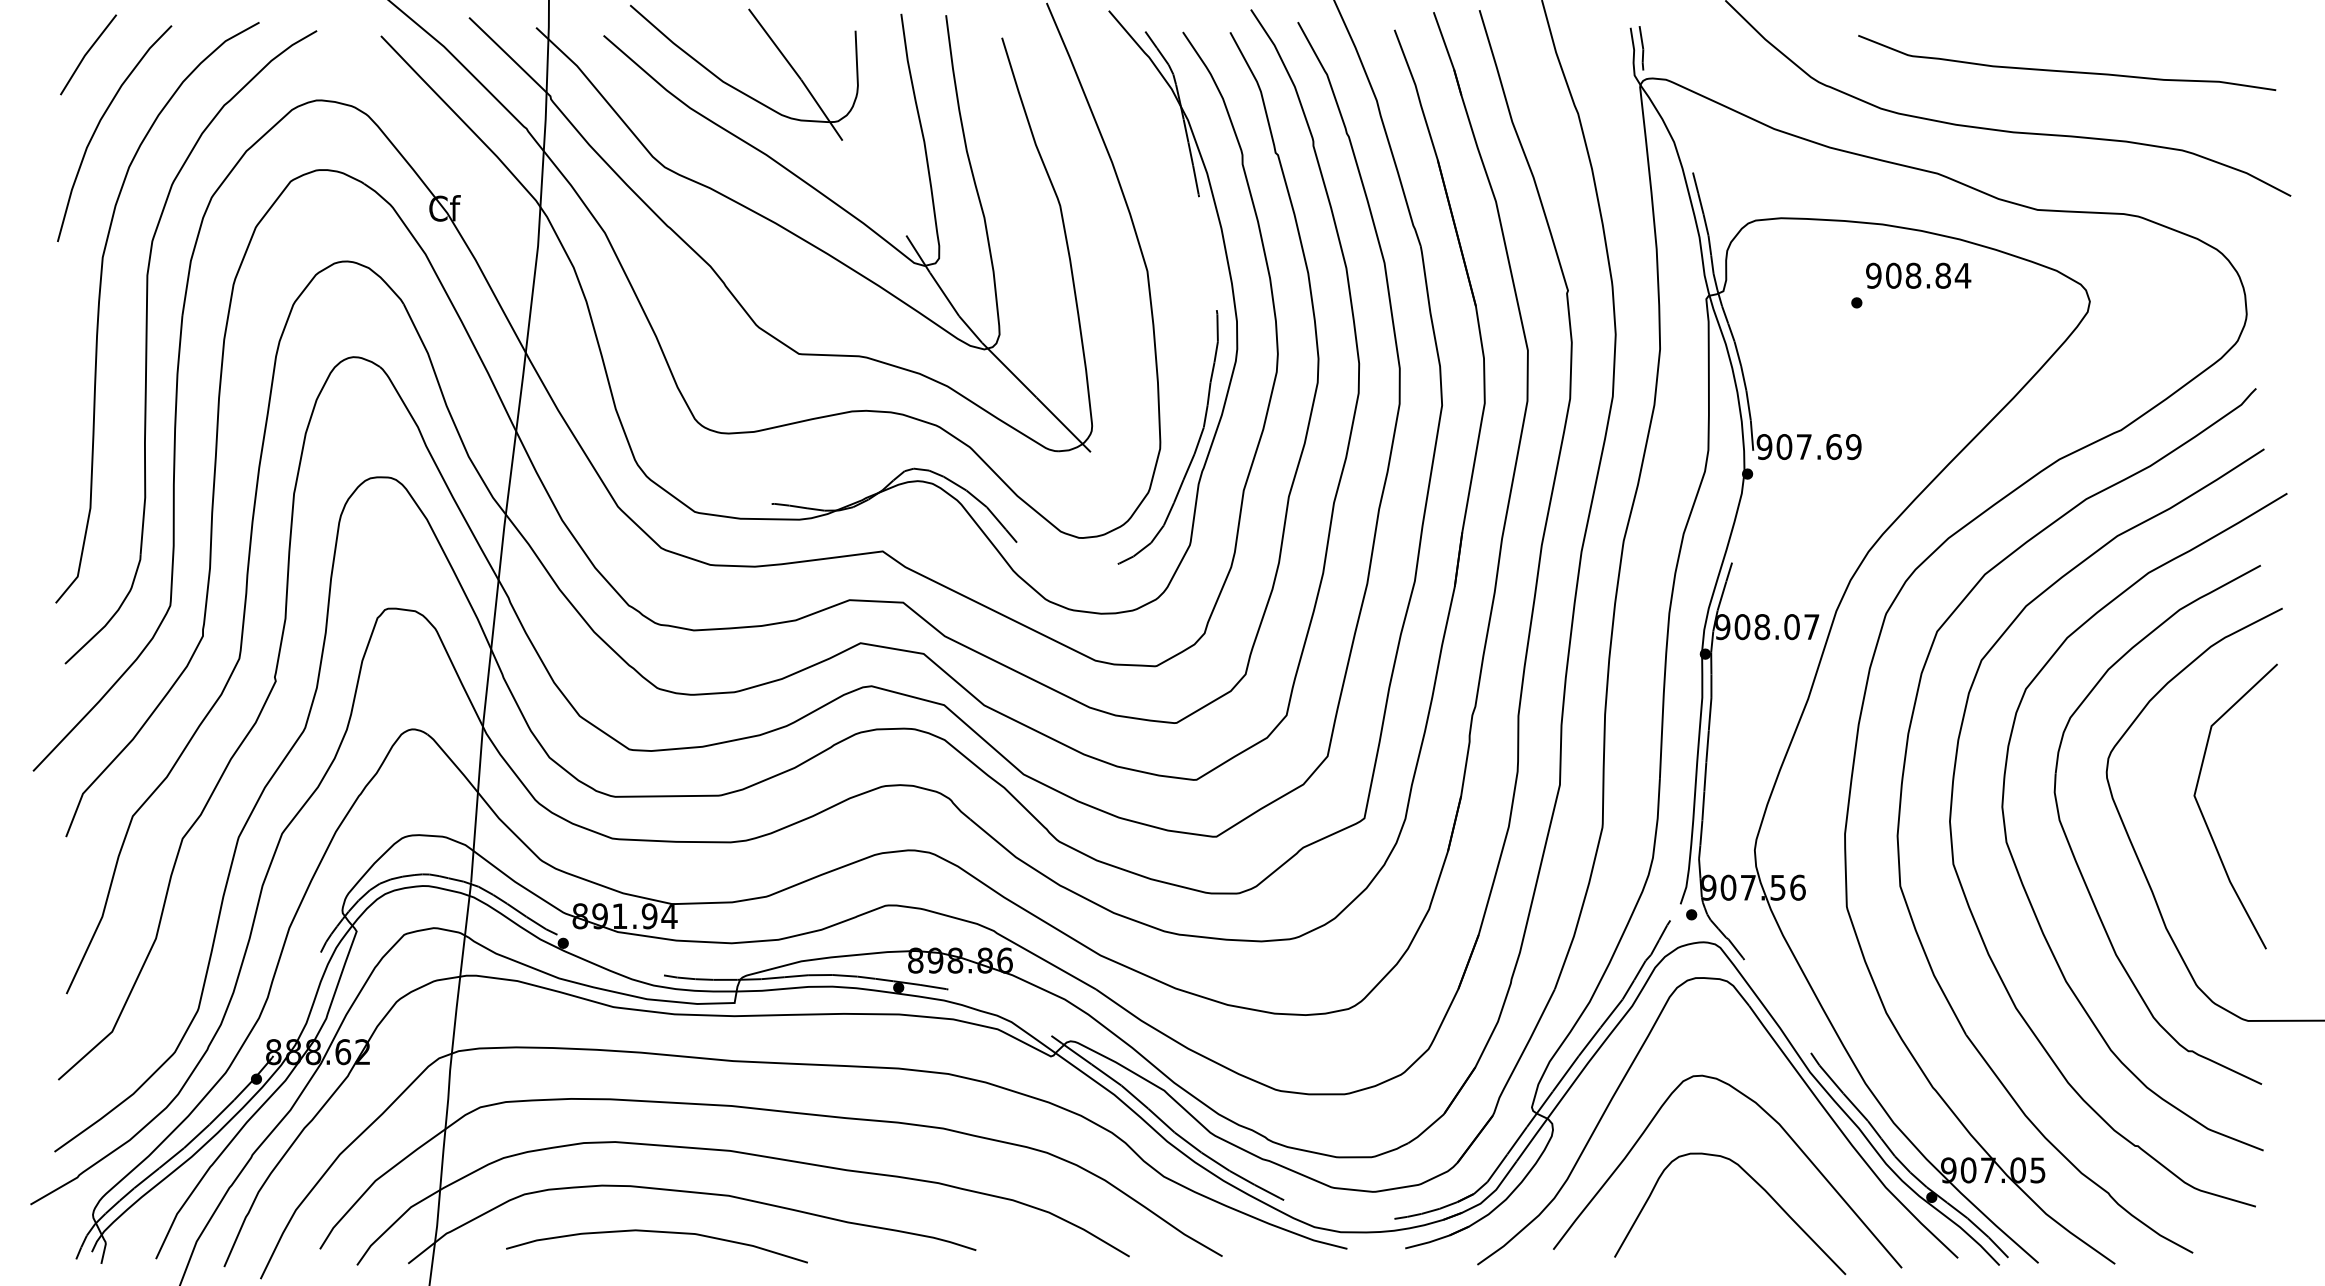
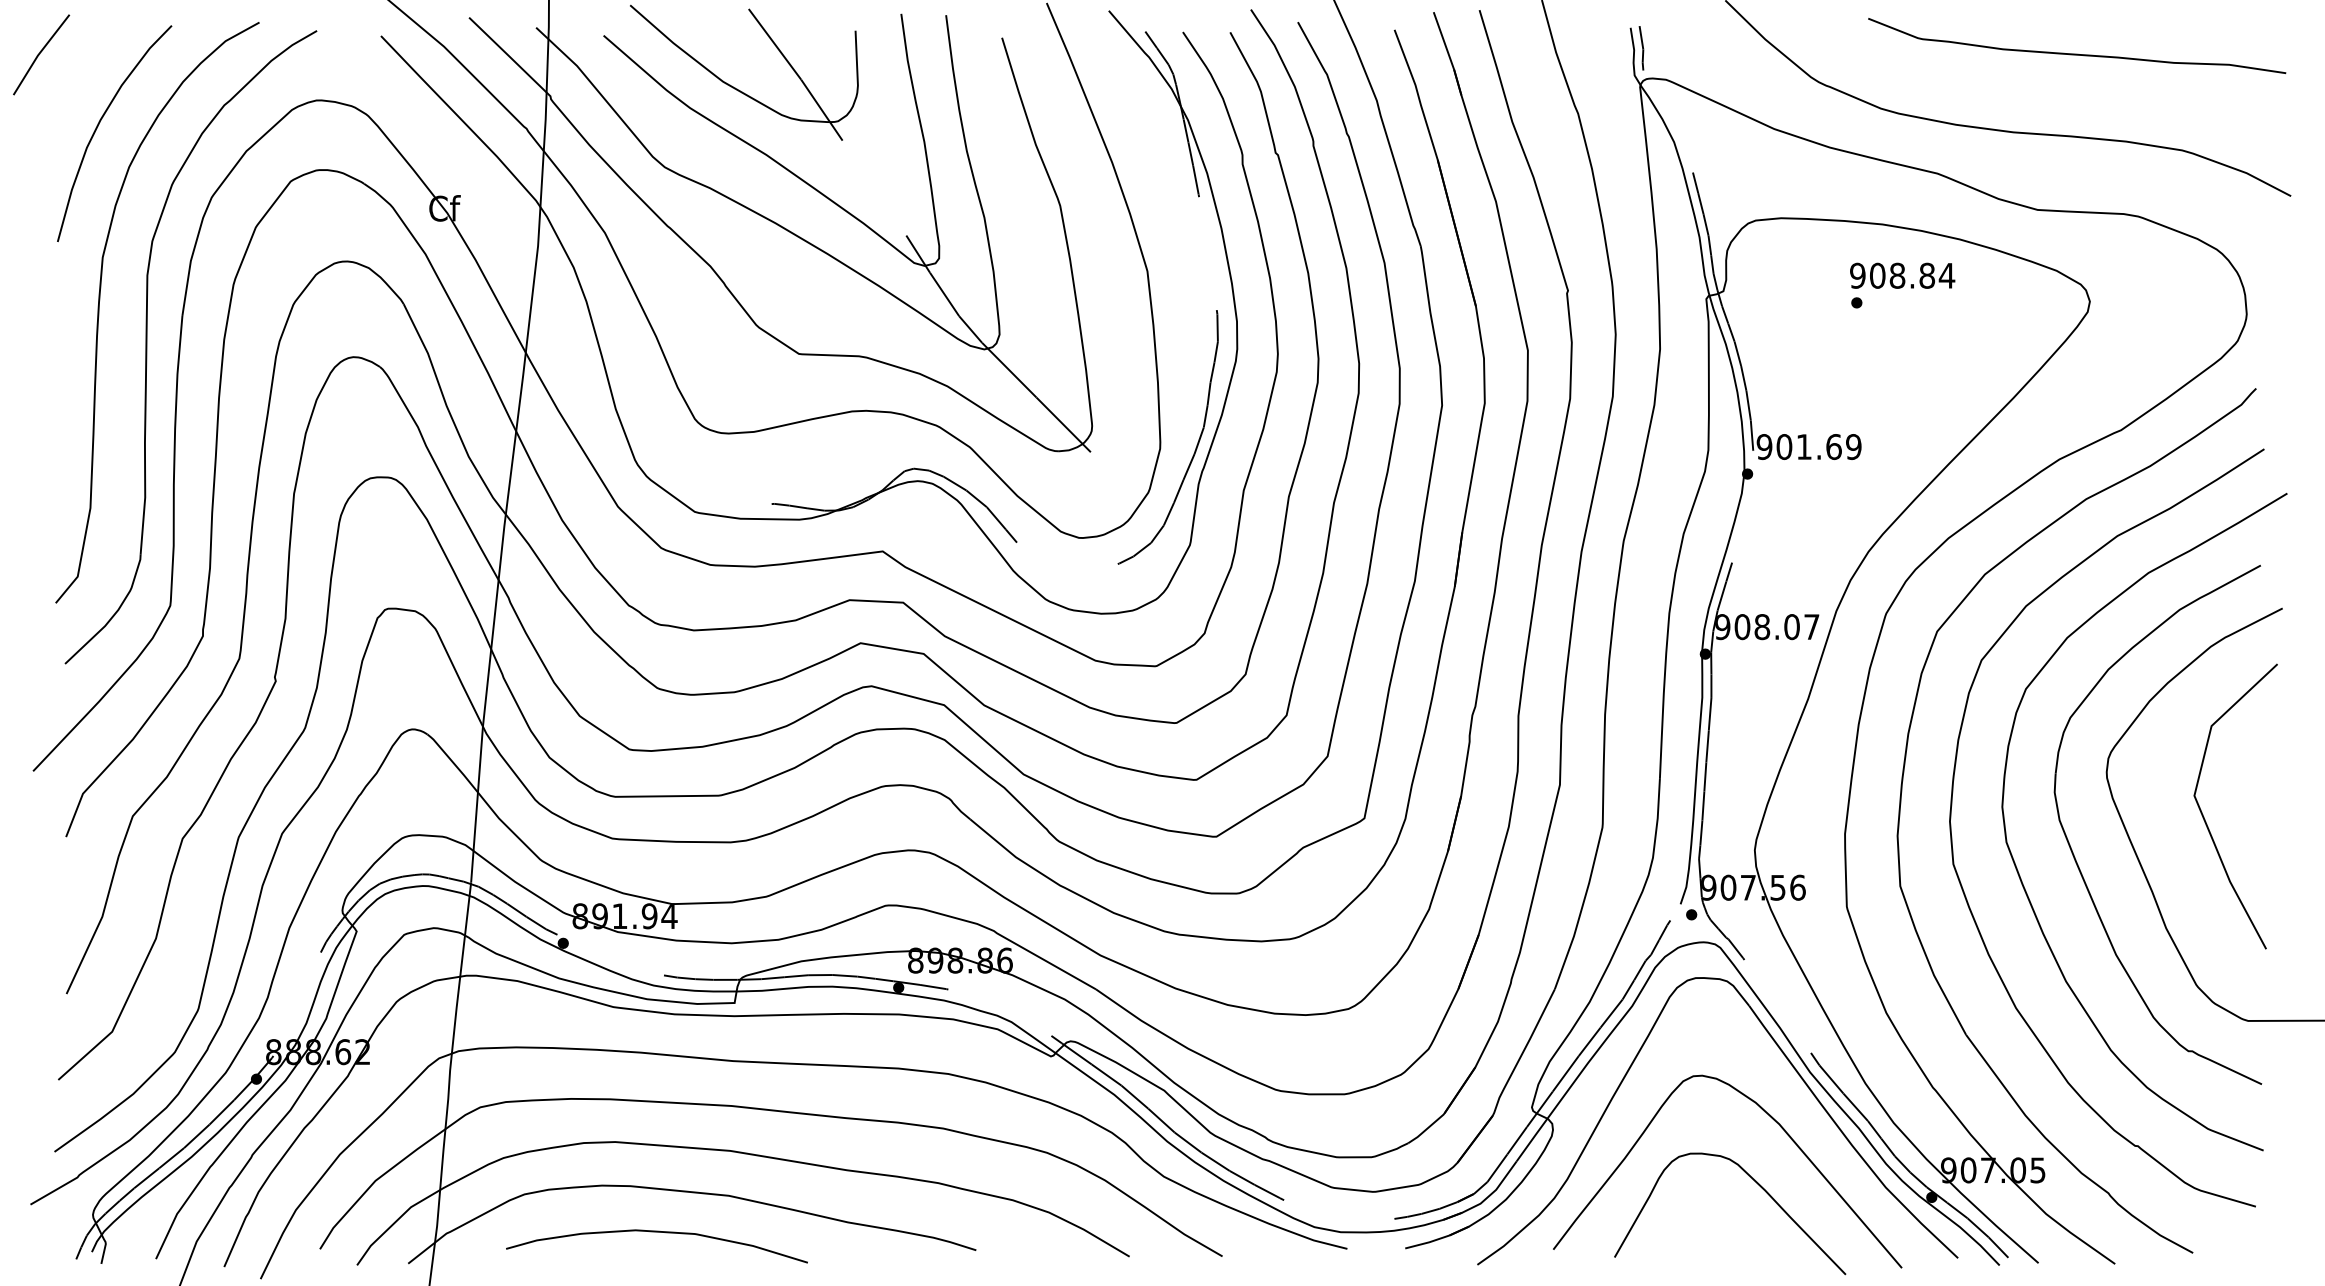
line at (87, 53) position: (87, 53) -> (40, 53)
curve at (2067, 70) position: (2067, 70) -> (2077, 53)
text at (1918, 275) position: (1918, 275) -> (1902, 275)
text at (1804, 446): 907.69 -> 901.69
